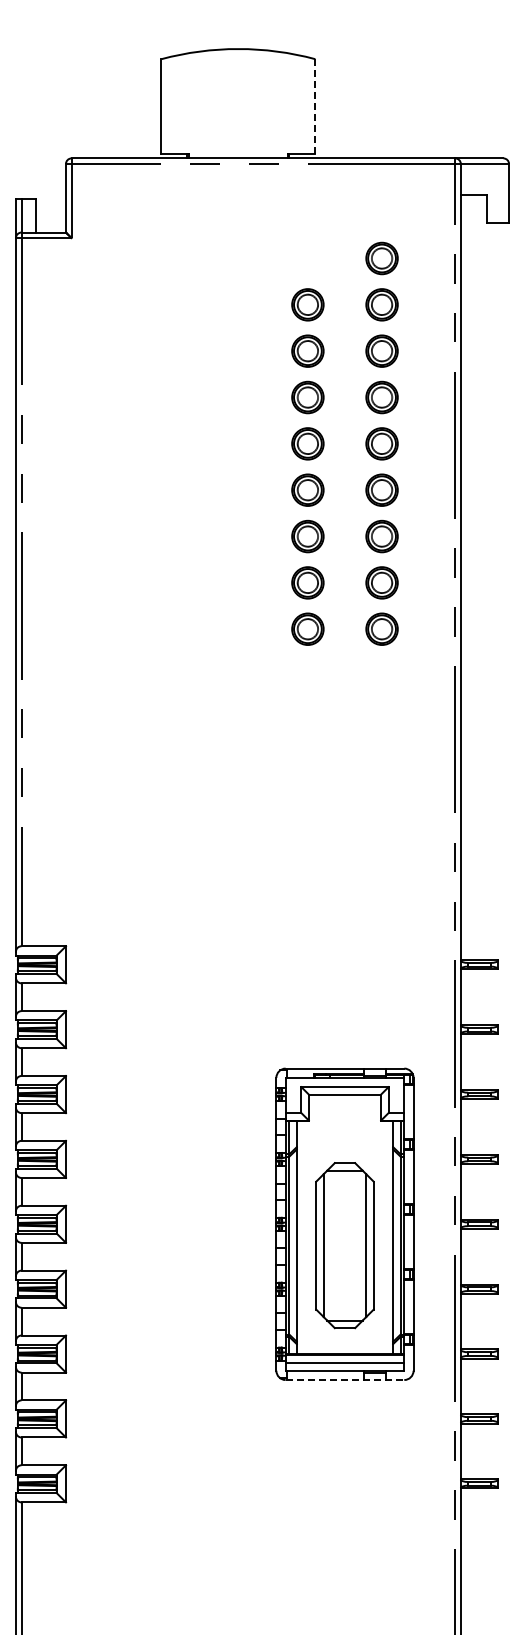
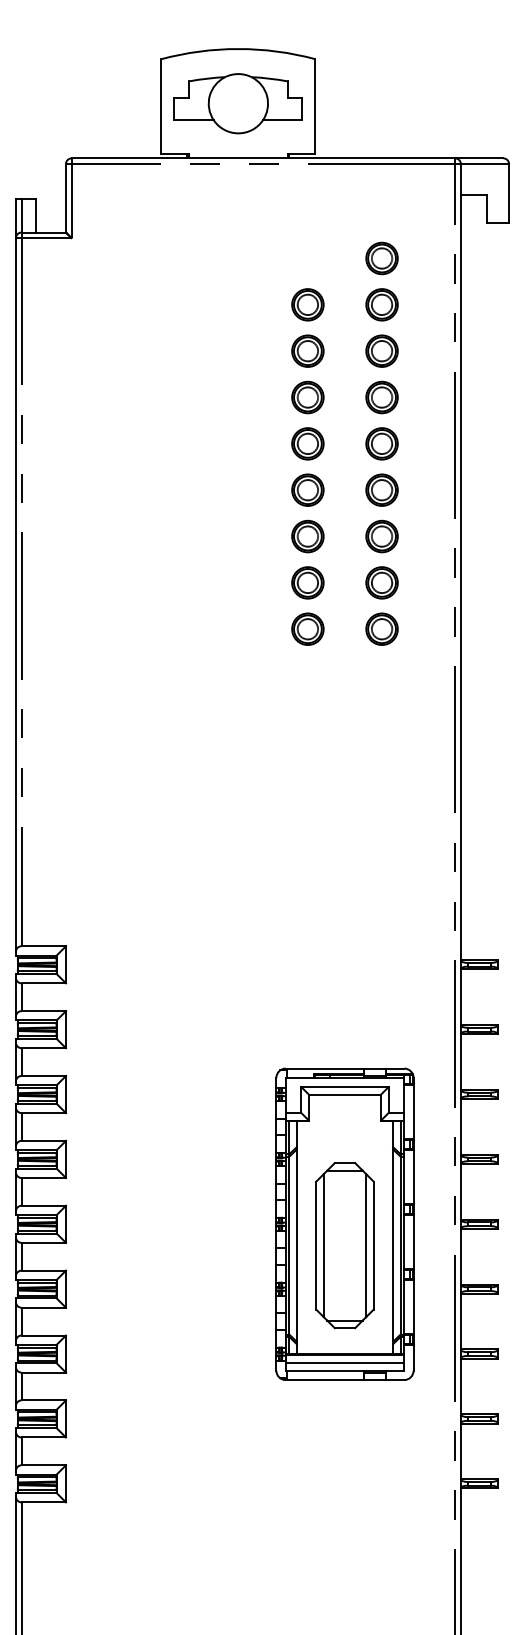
part at (237, 103): none -> present
line at (315, 105): dashed -> solid
line at (345, 1380): dashed -> solid
